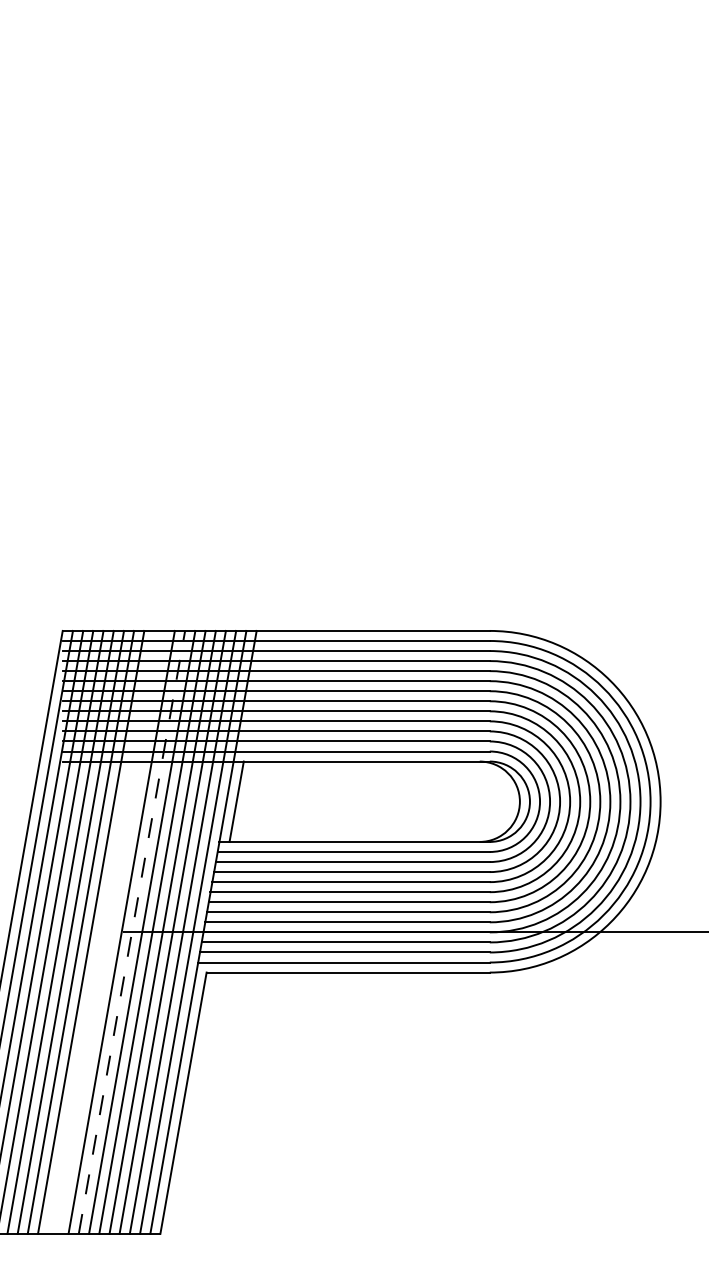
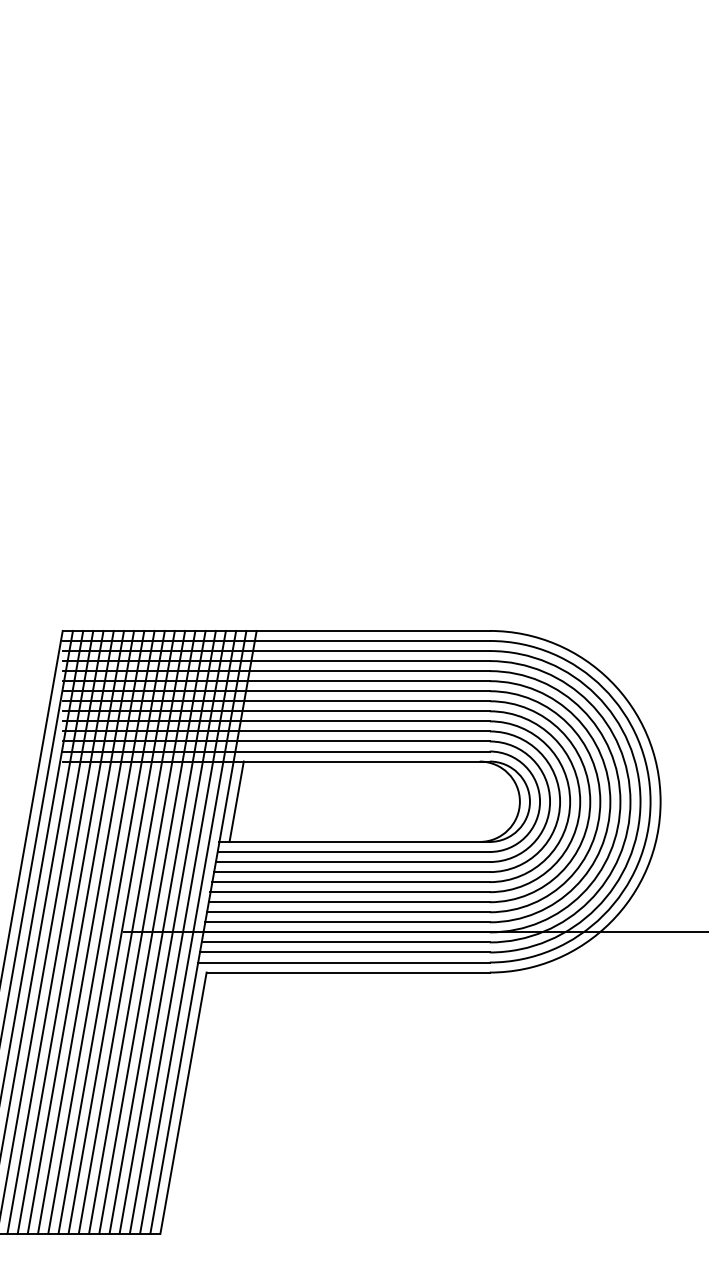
line at (101, 931): none -> present
line at (111, 931): none -> present
line at (132, 931): dashed -> solid
